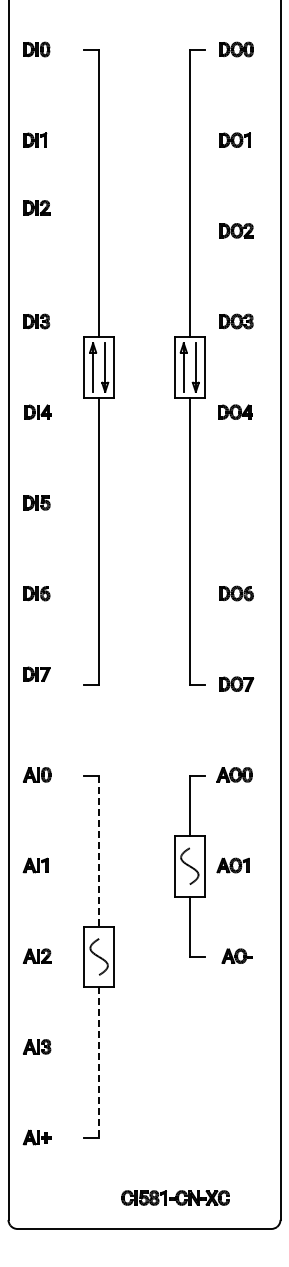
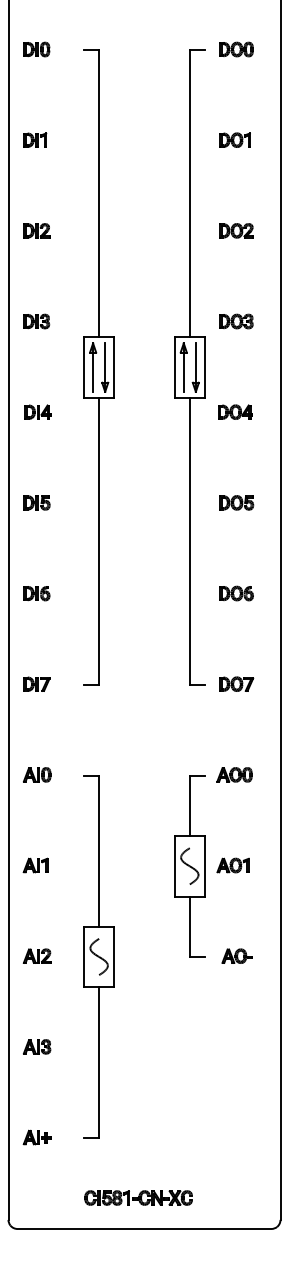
part at (36, 207) position: (36, 207) -> (36, 230)
part at (236, 502): none -> present
part at (36, 673) position: (36, 673) -> (36, 683)
line at (99, 851): dashed -> solid
line at (99, 1062): dashed -> solid
part at (175, 1197) position: (175, 1197) -> (138, 1197)
